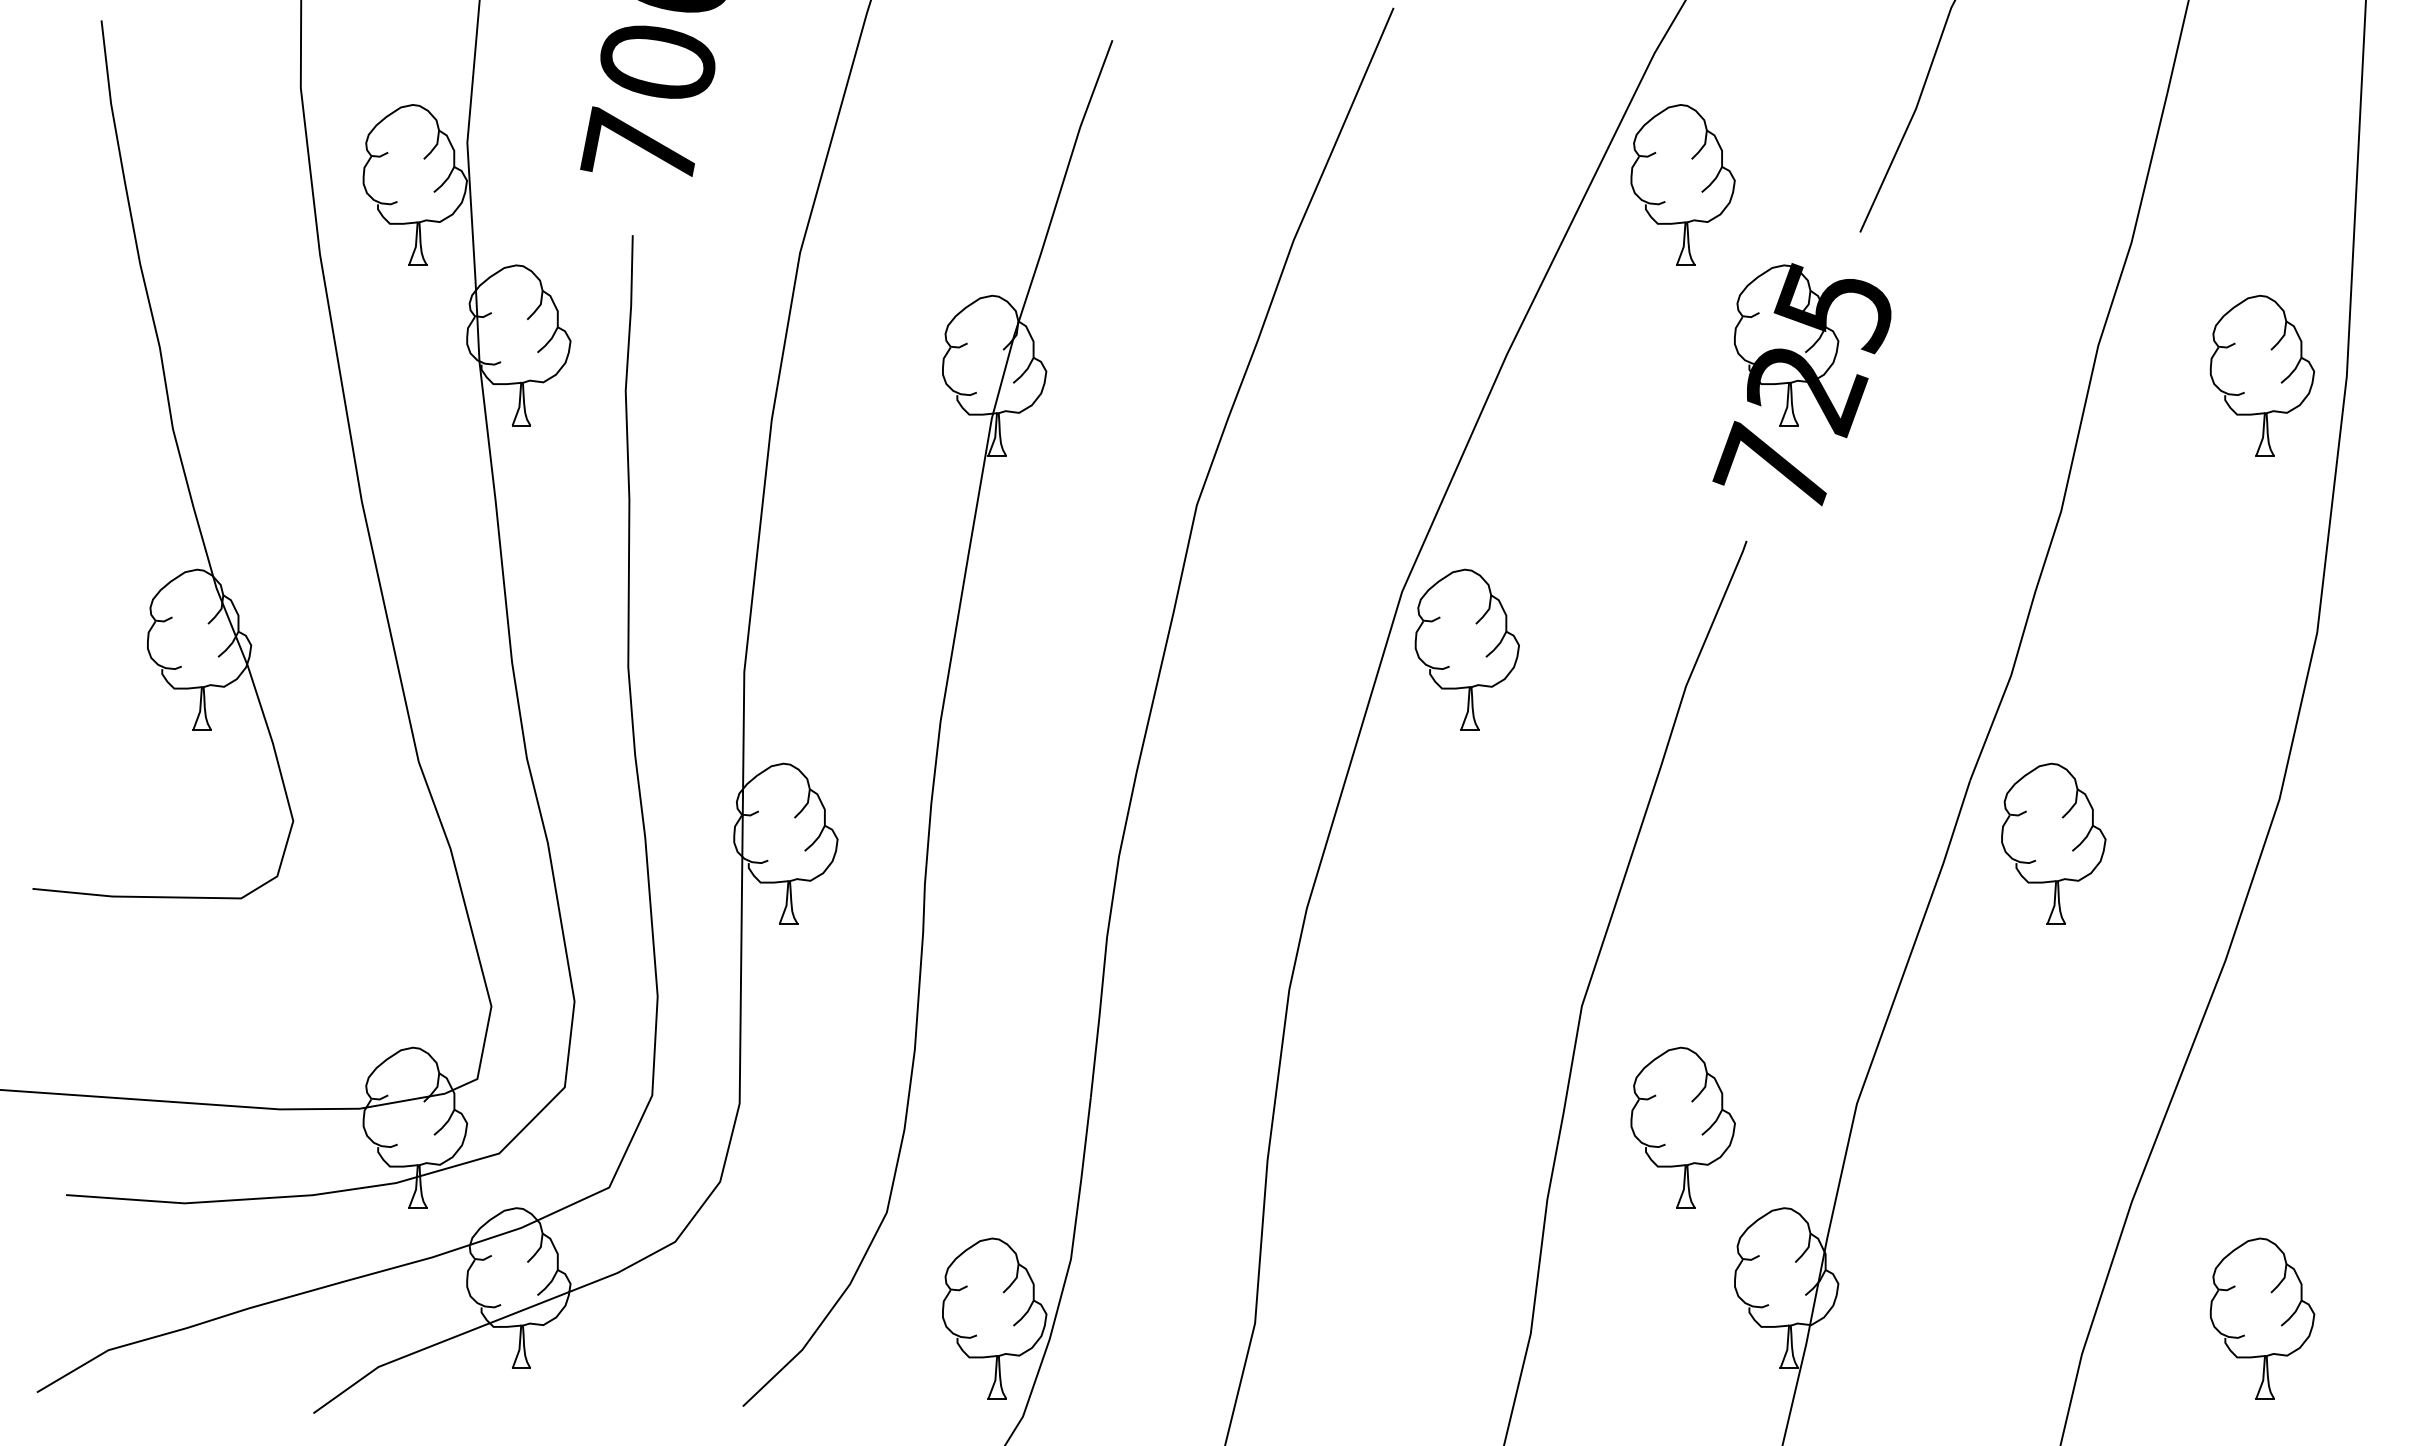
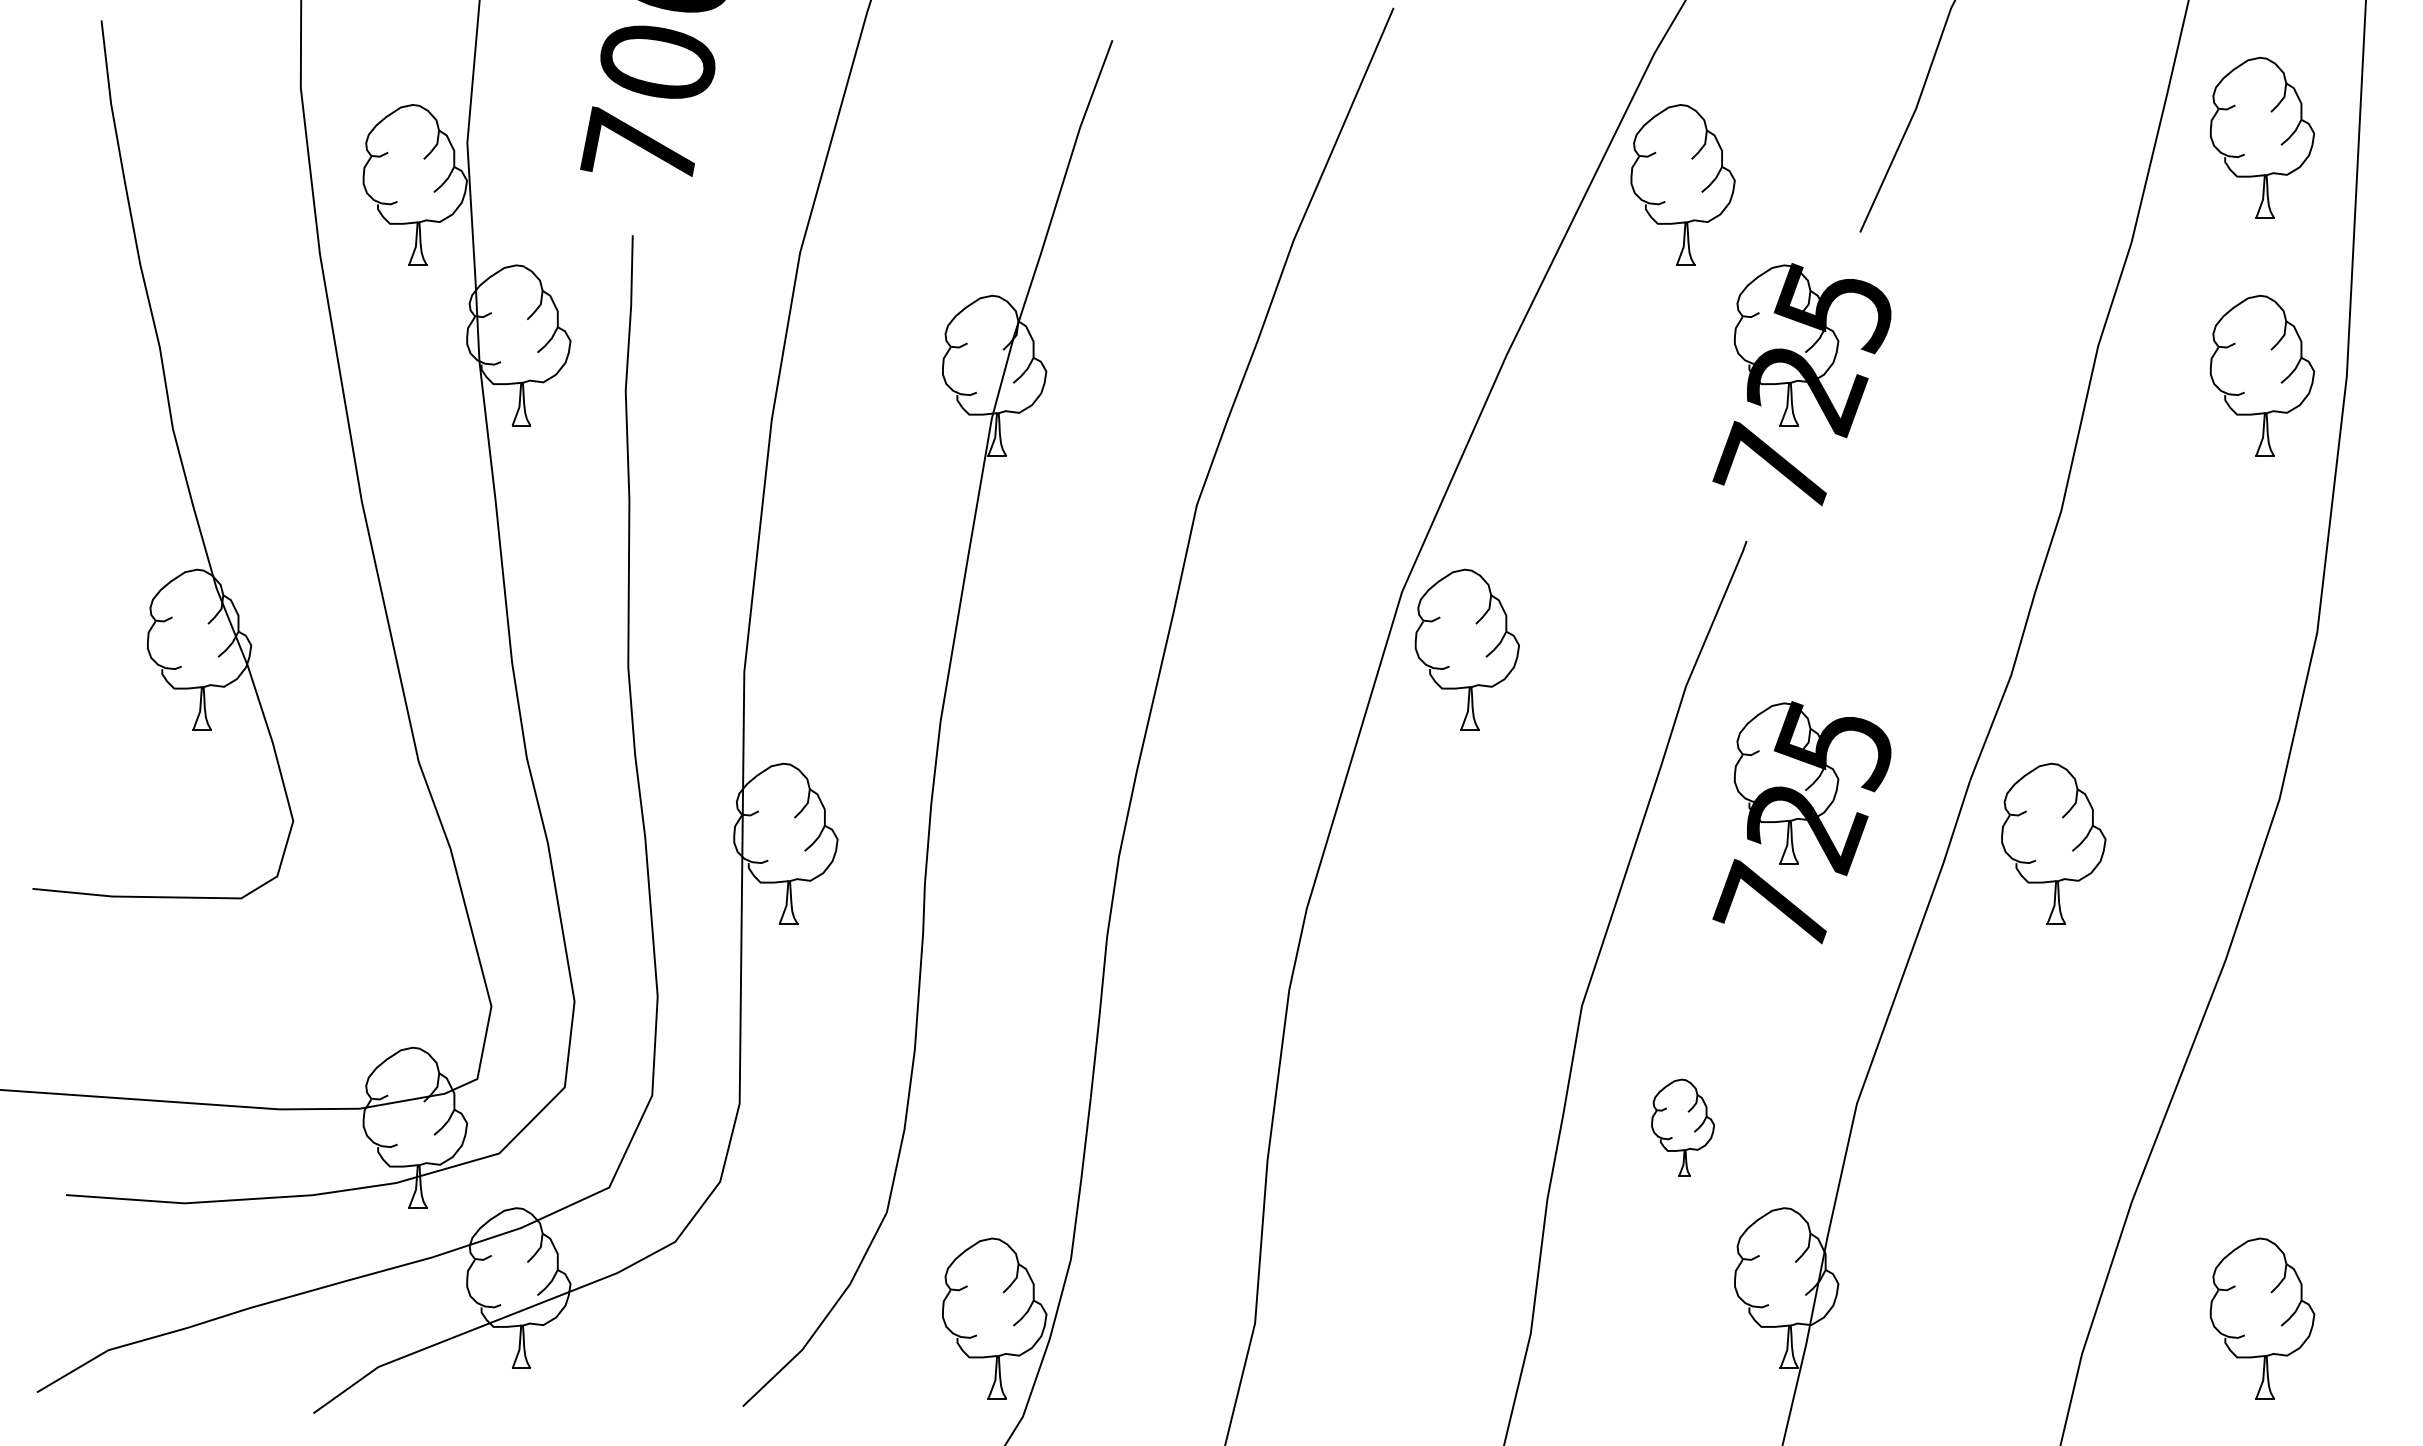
part at (2262, 137): none -> present
part at (1801, 822): none -> present
part at (1682, 1127) size: 106x163 px -> 65x99 px
